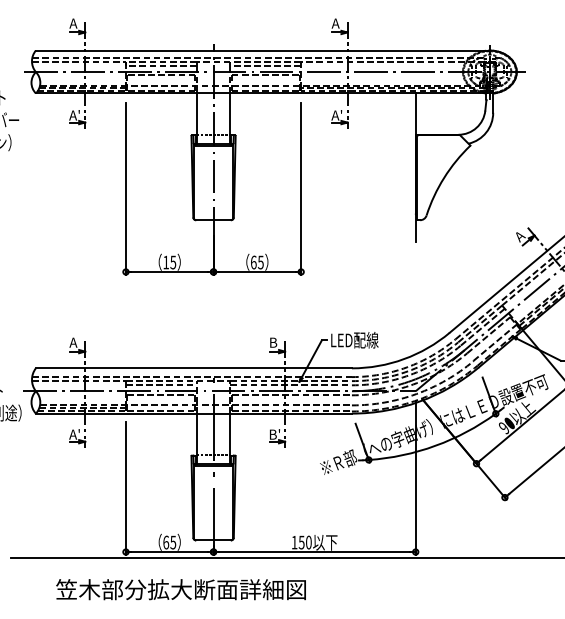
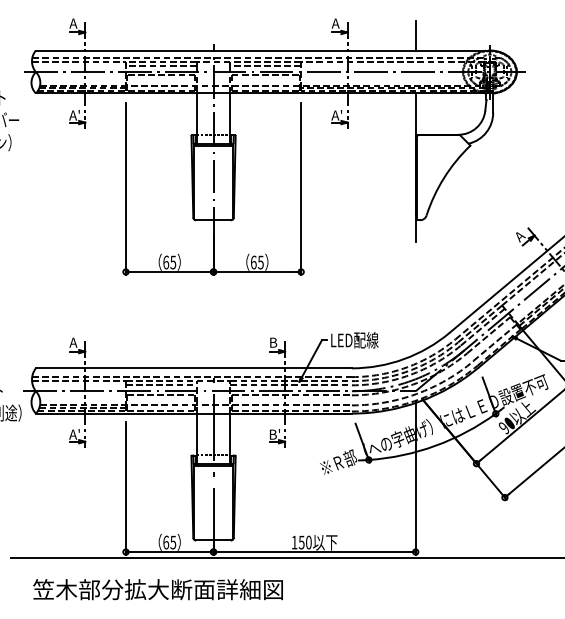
line at (415, 35): none -> present
text at (166, 262): 15 -> 65
text at (180, 589) position: (180, 589) -> (157, 589)
